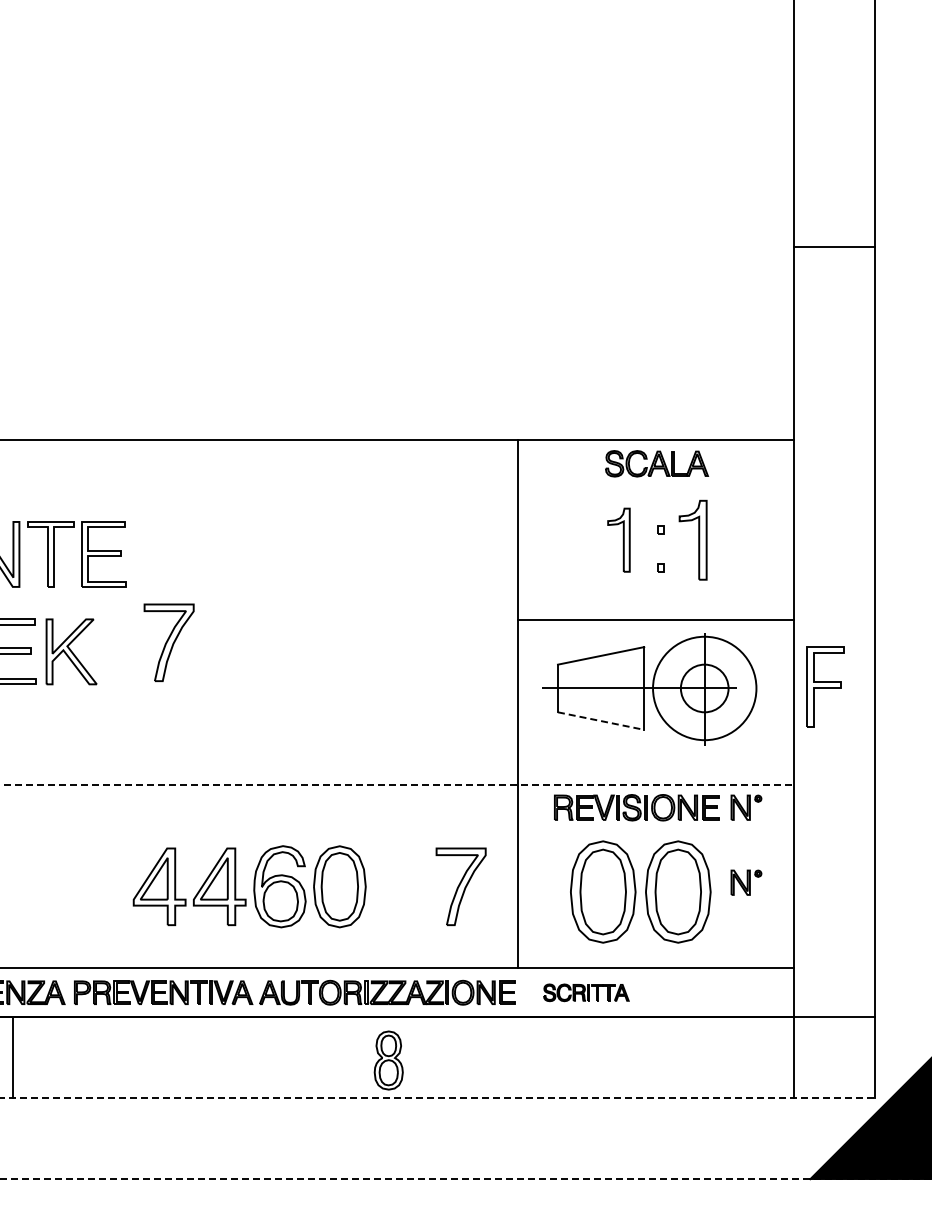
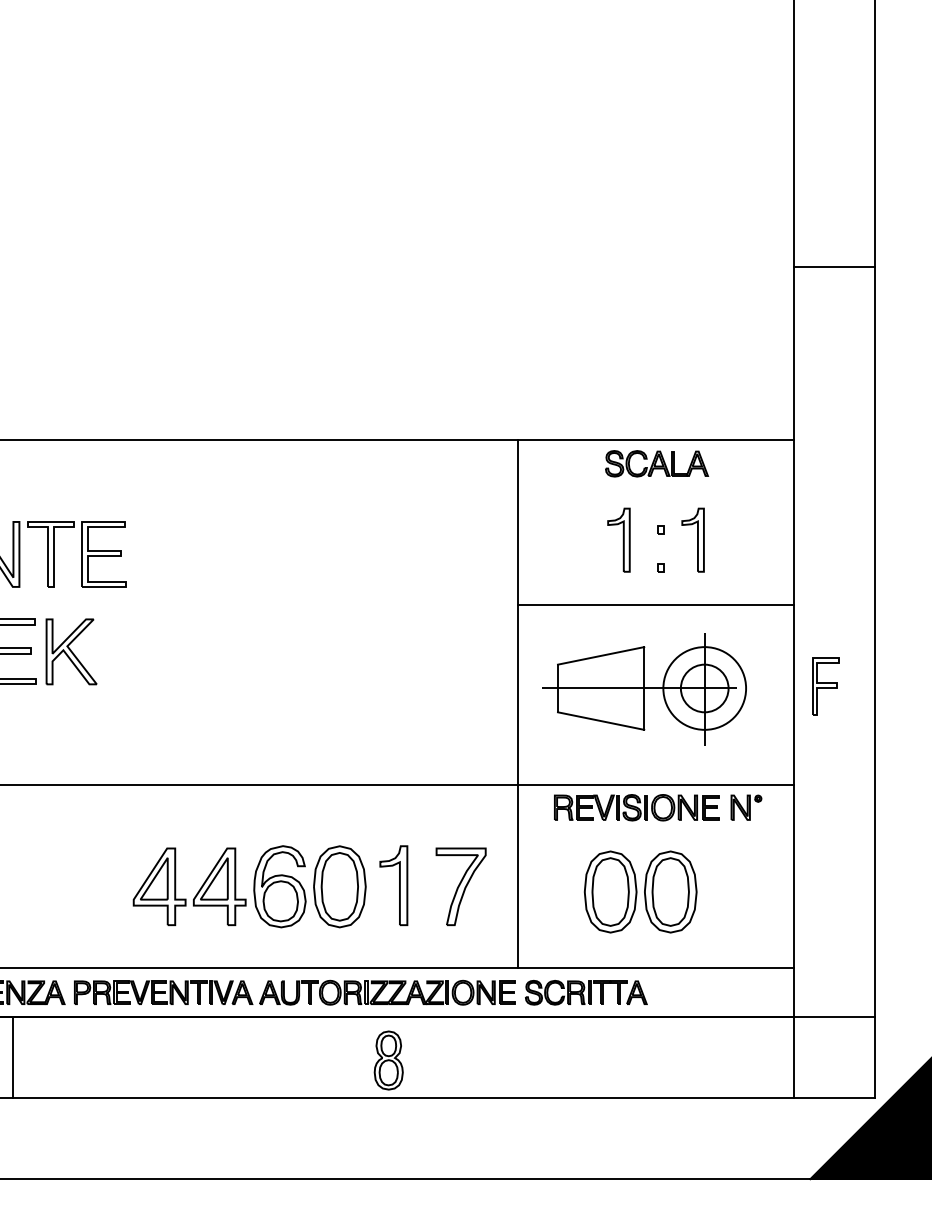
line at (834, 247) position: (834, 247) -> (834, 267)
part at (692, 539) size: 30x82 px -> 24x66 px
line at (656, 619) position: (656, 619) -> (656, 604)
part at (168, 642): present -> none
part at (825, 686) size: 39x82 px -> 28x59 px
circle at (704, 688) diameter: 103 px -> 83 px
line at (601, 721): dashed -> solid
line at (397, 784): dashed -> solid
part at (746, 882): present -> none
part at (393, 885): none -> present
part at (640, 891) size: 142x104 px -> 115x84 px
part at (586, 992) size: 87x20 px -> 123x26 px
line at (438, 1098): dashed -> solid
line at (466, 1179): dashed -> solid
